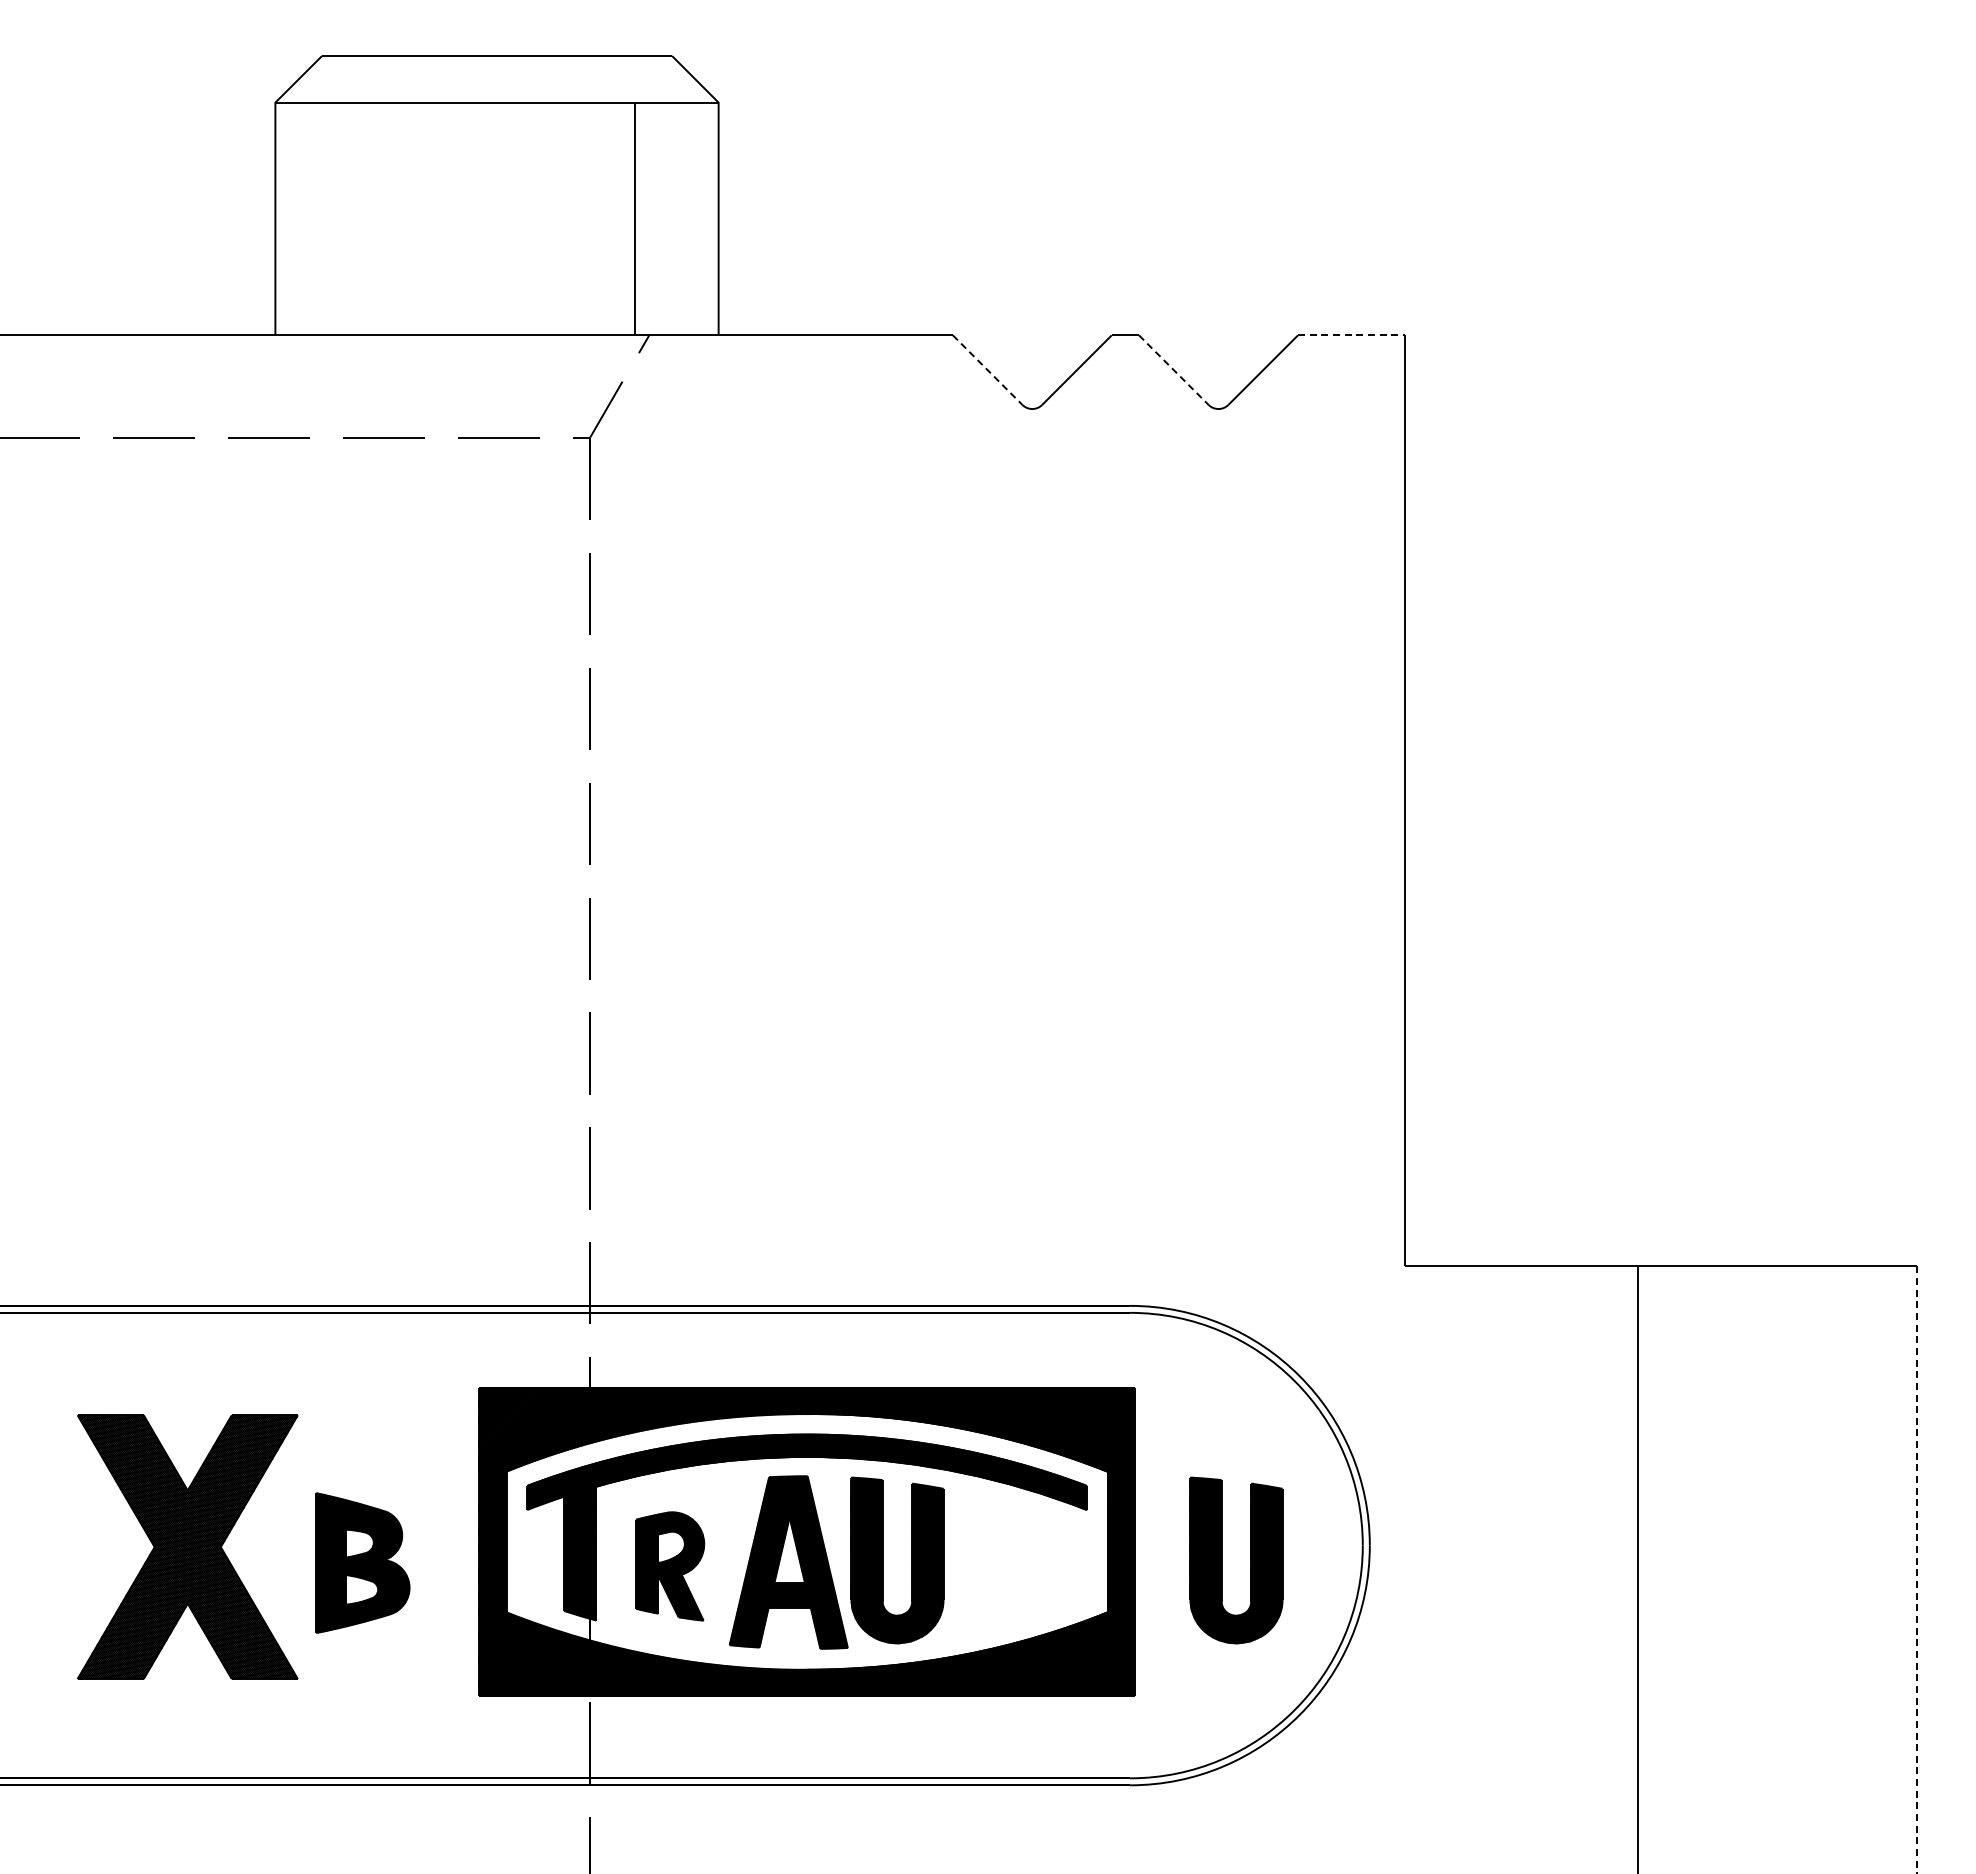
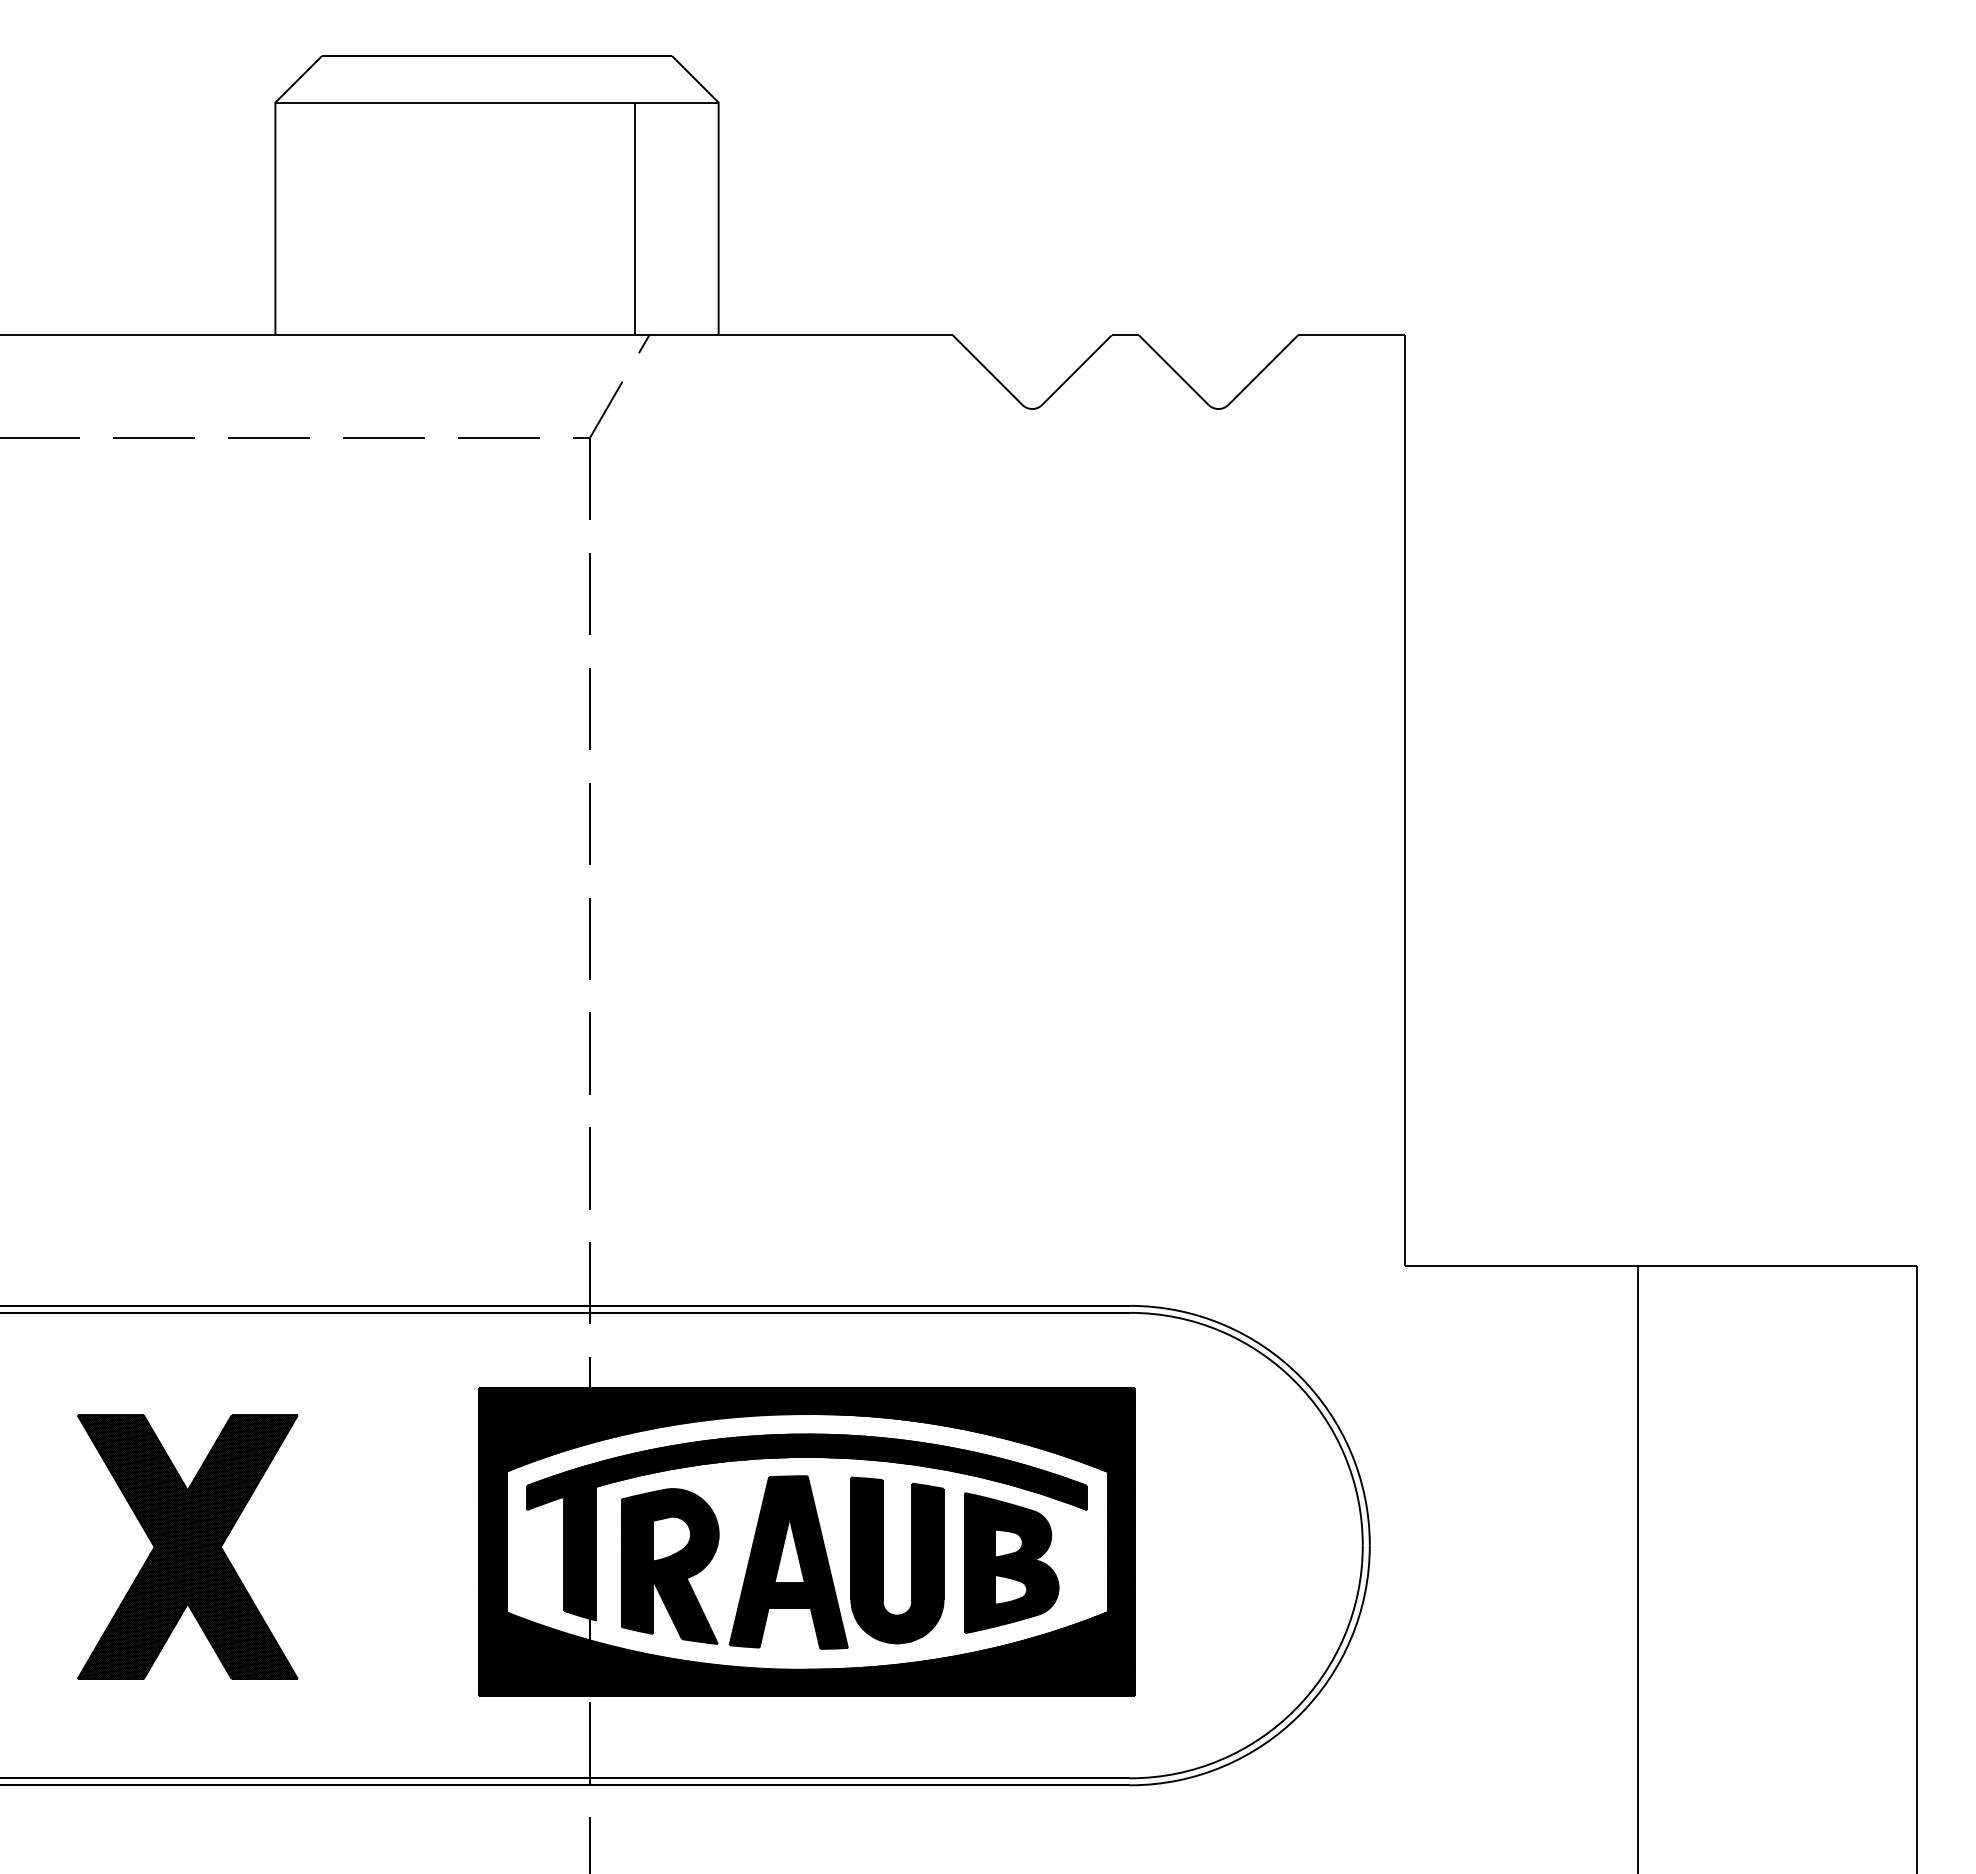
line at (1351, 335): dashed -> solid
line at (988, 370): dashed -> solid
line at (1174, 370): dashed -> solid
part at (1222, 1560): present -> none
part at (362, 1562) position: (362, 1562) -> (1011, 1562)
part at (670, 1566) size: 71x111 px -> 99x157 px
line at (1916, 1569): dashed -> solid
